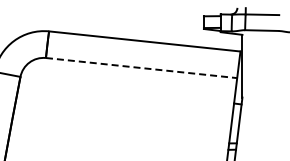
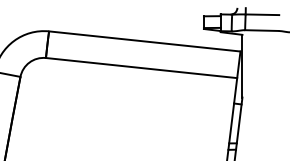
line at (142, 68): dashed -> solid
